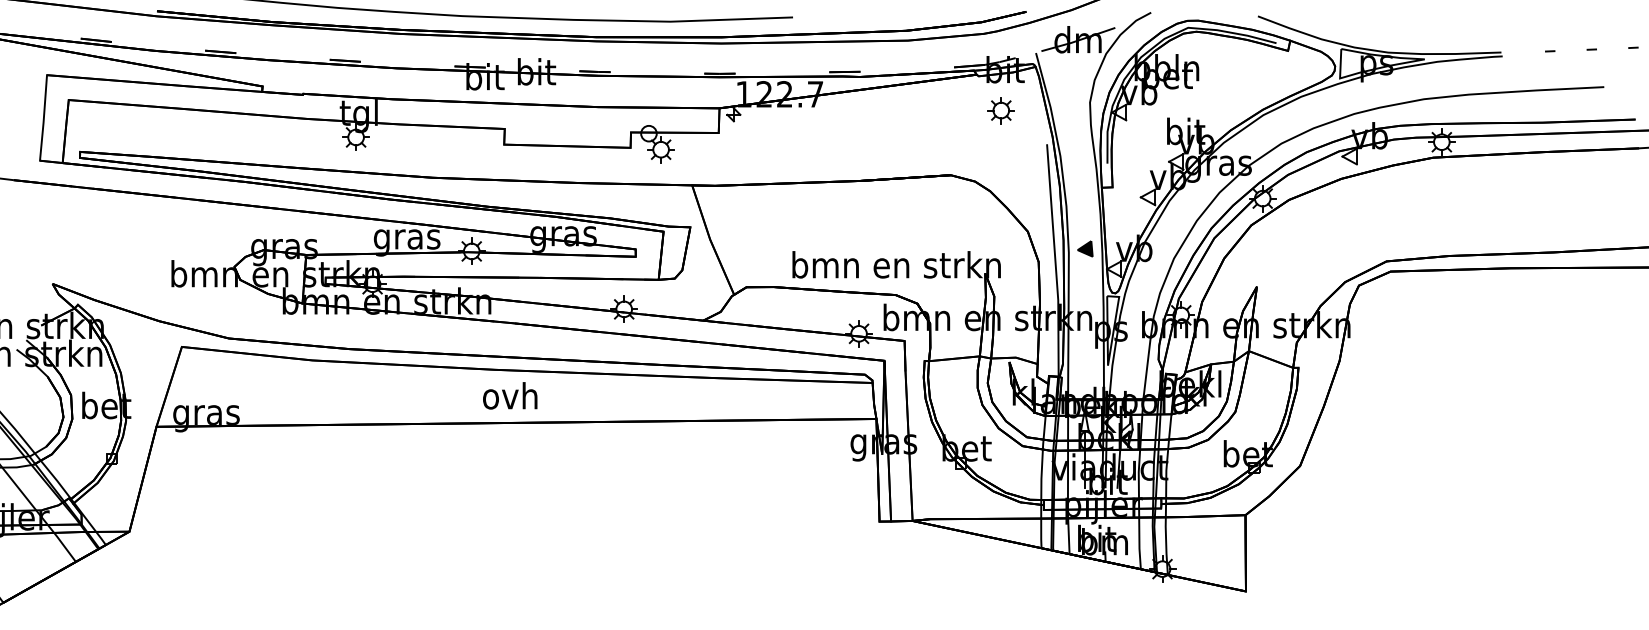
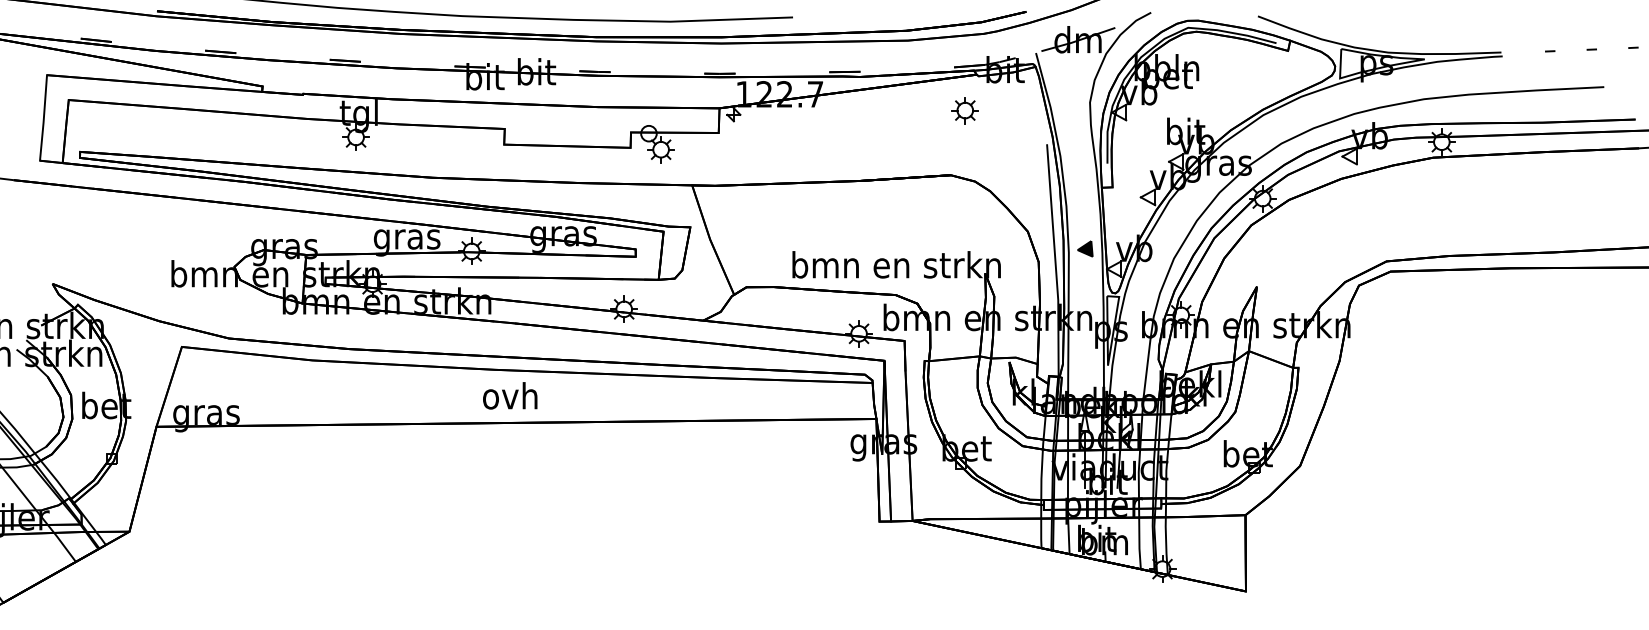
part at (1000, 110) position: (1000, 110) -> (964, 110)
